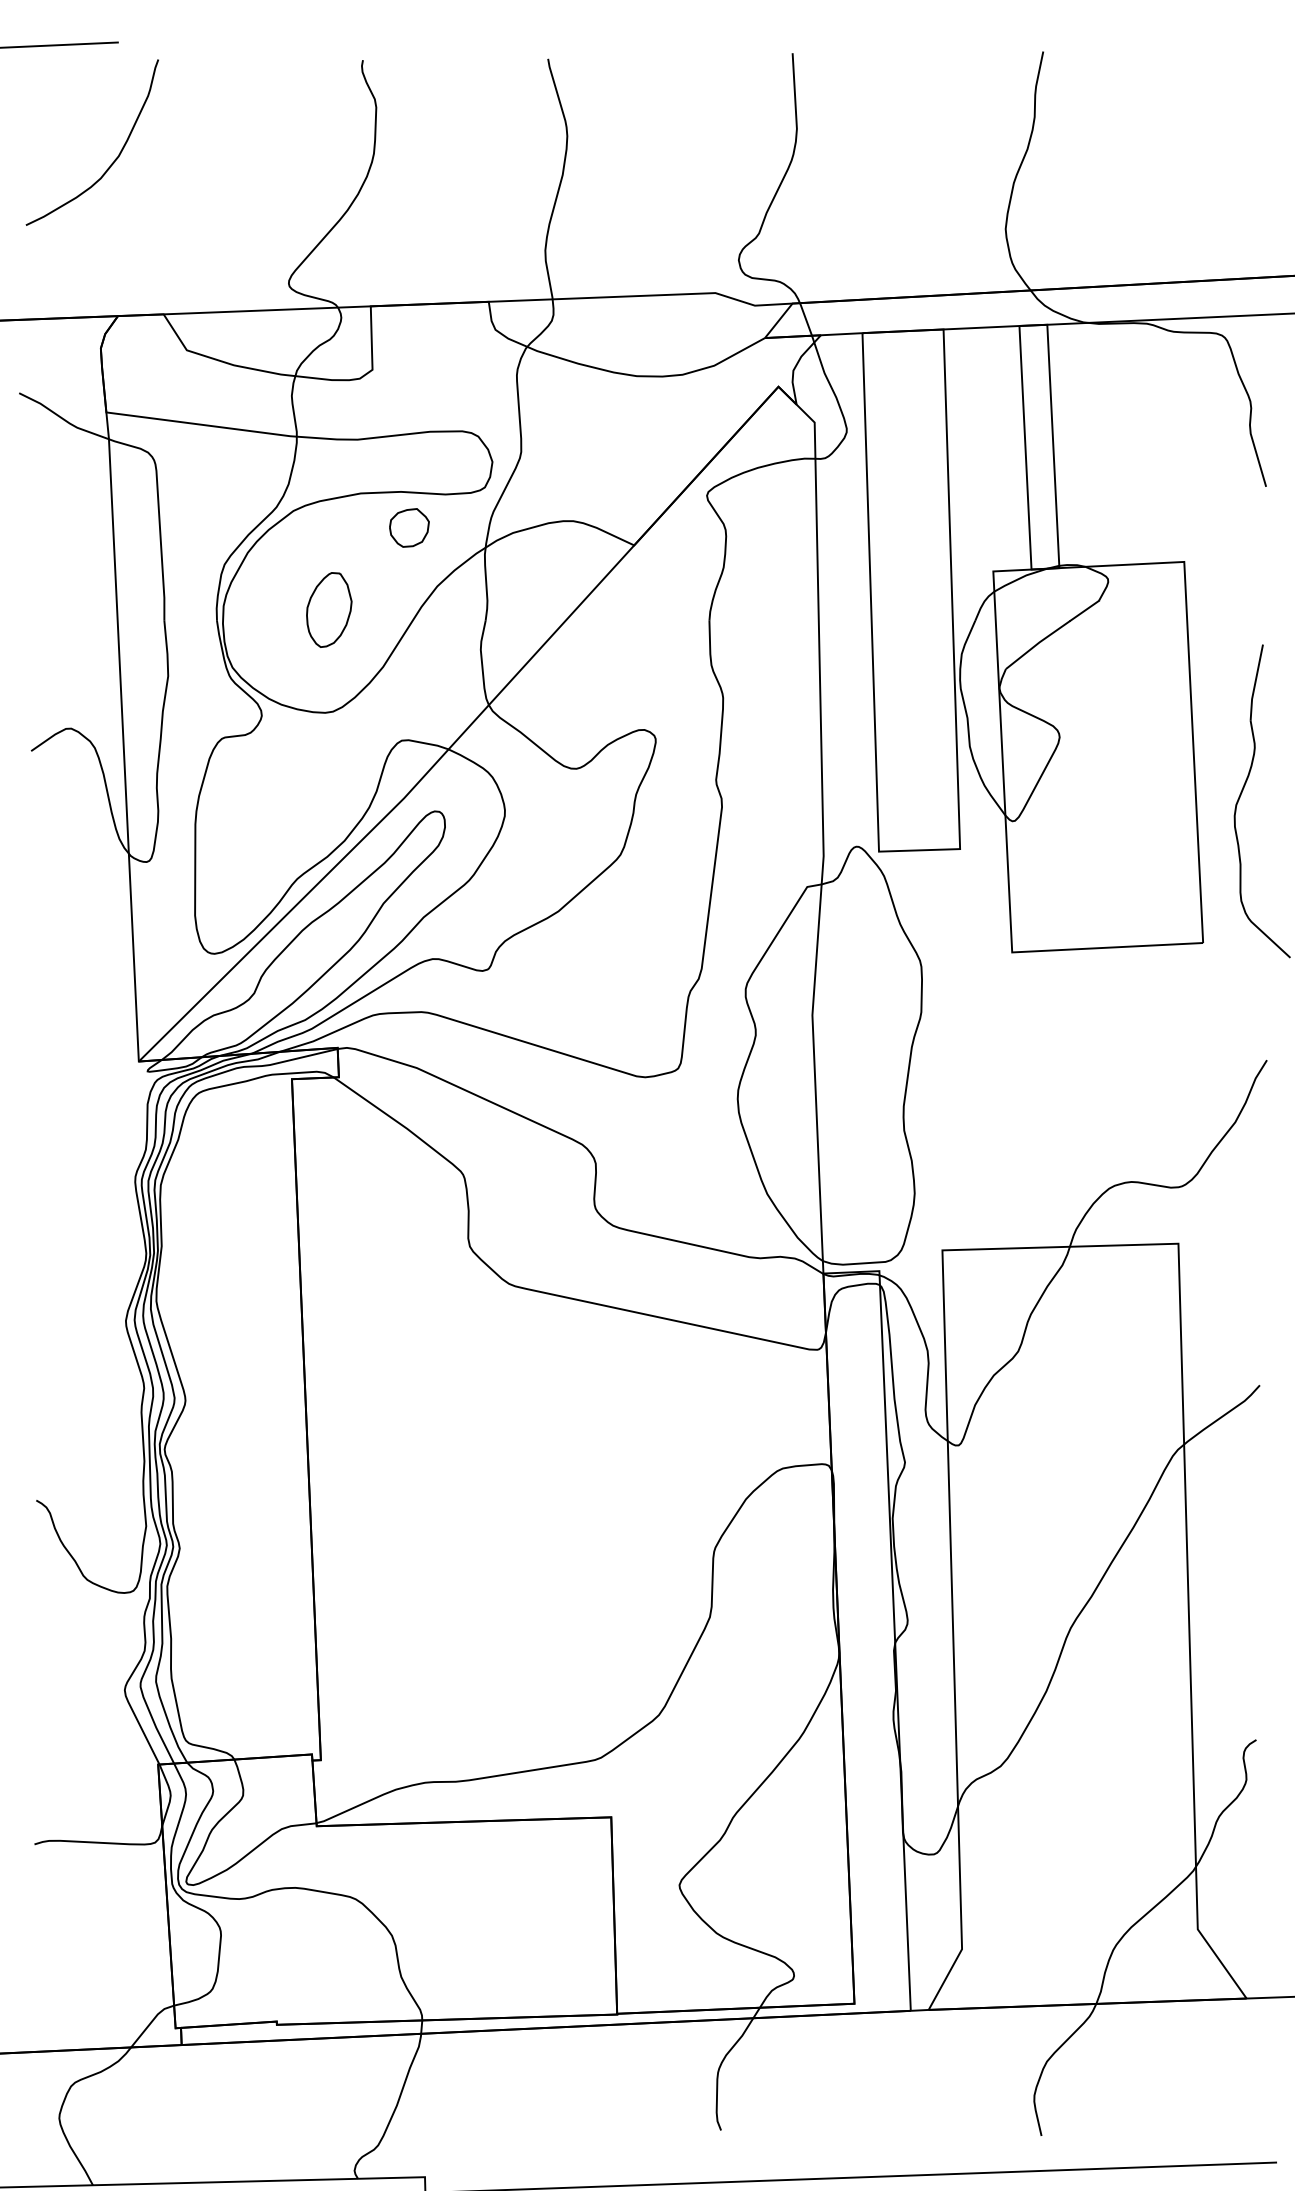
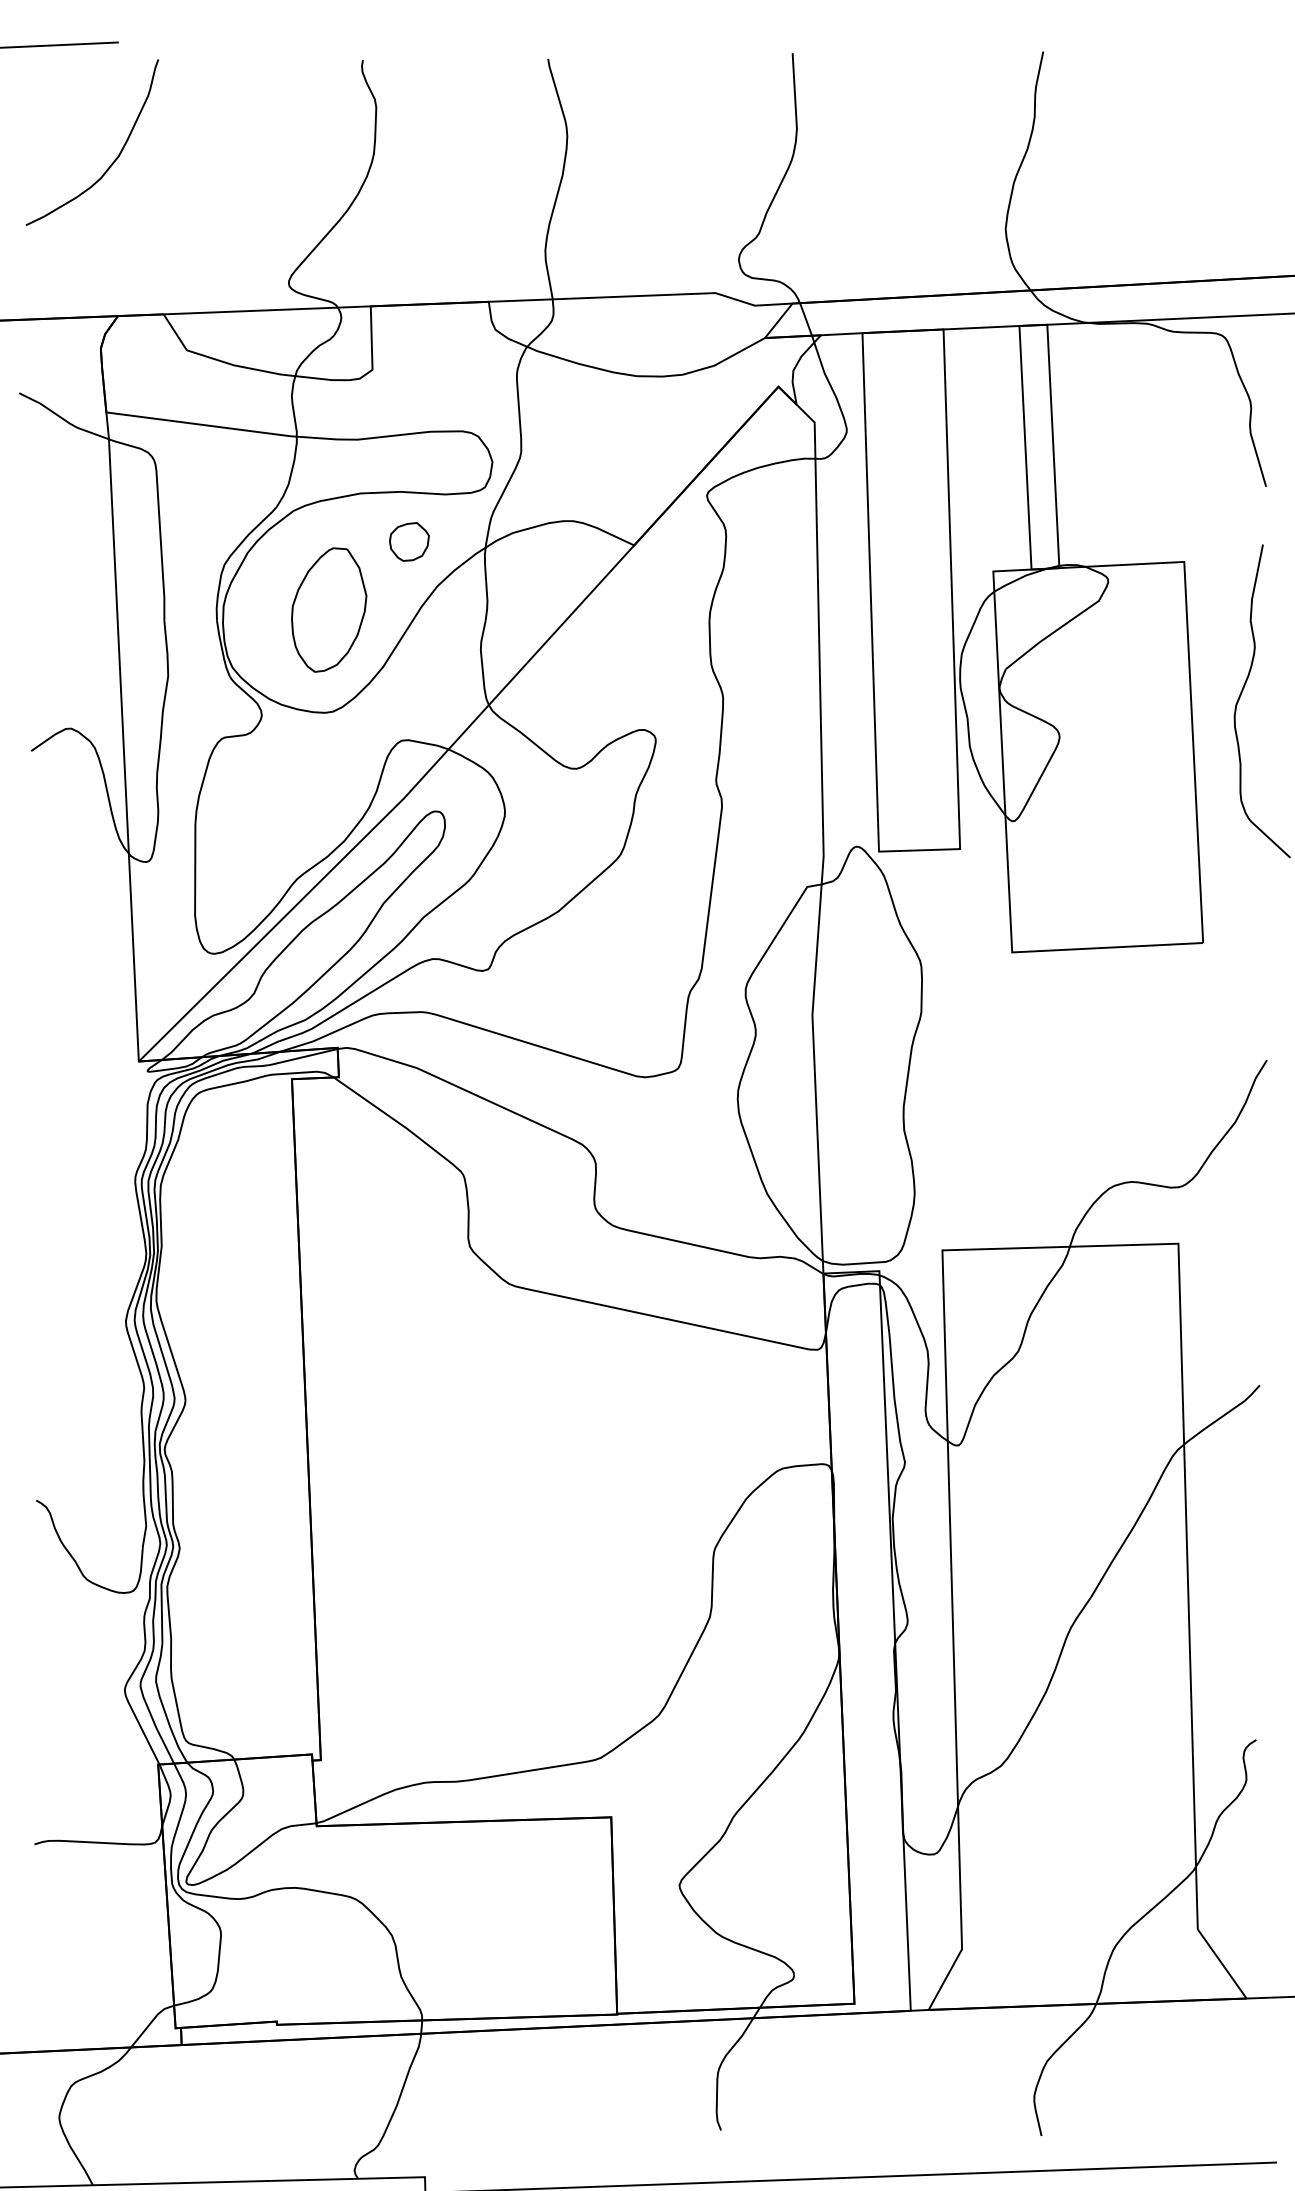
part at (409, 527) position: (409, 527) -> (409, 541)
part at (329, 609) size: 47x76 px -> 77x126 px
part at (1242, 793) position: (1242, 793) -> (1242, 693)
